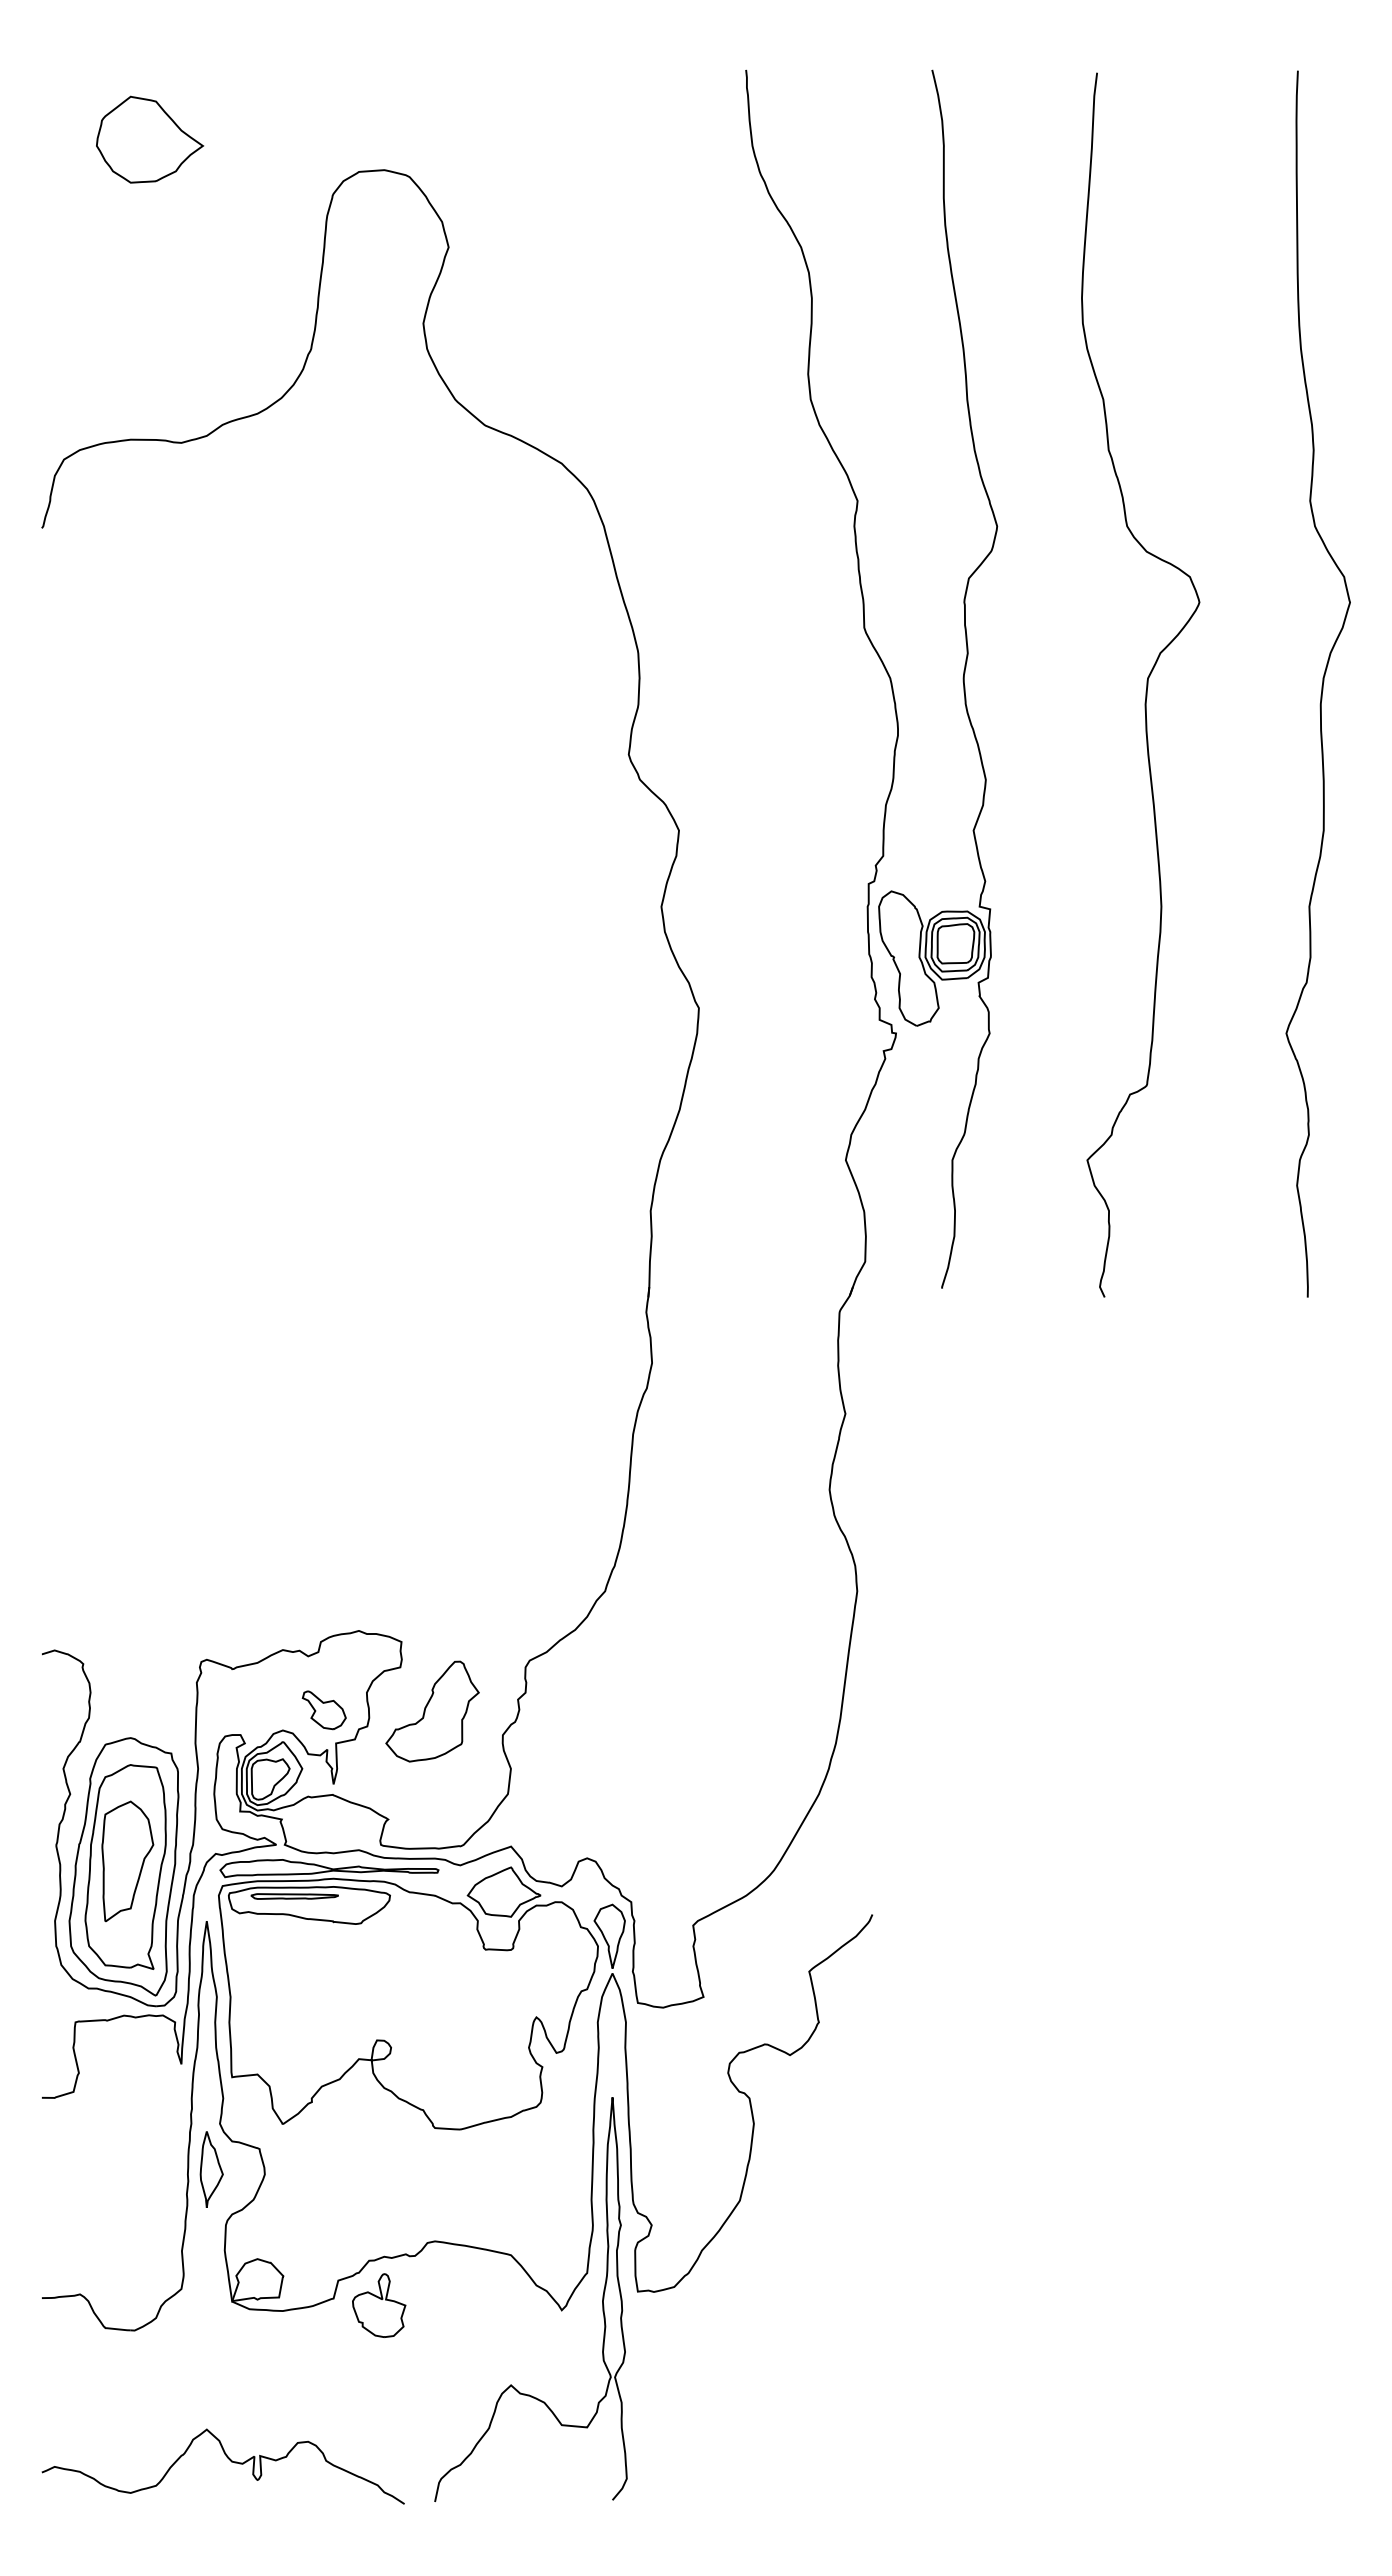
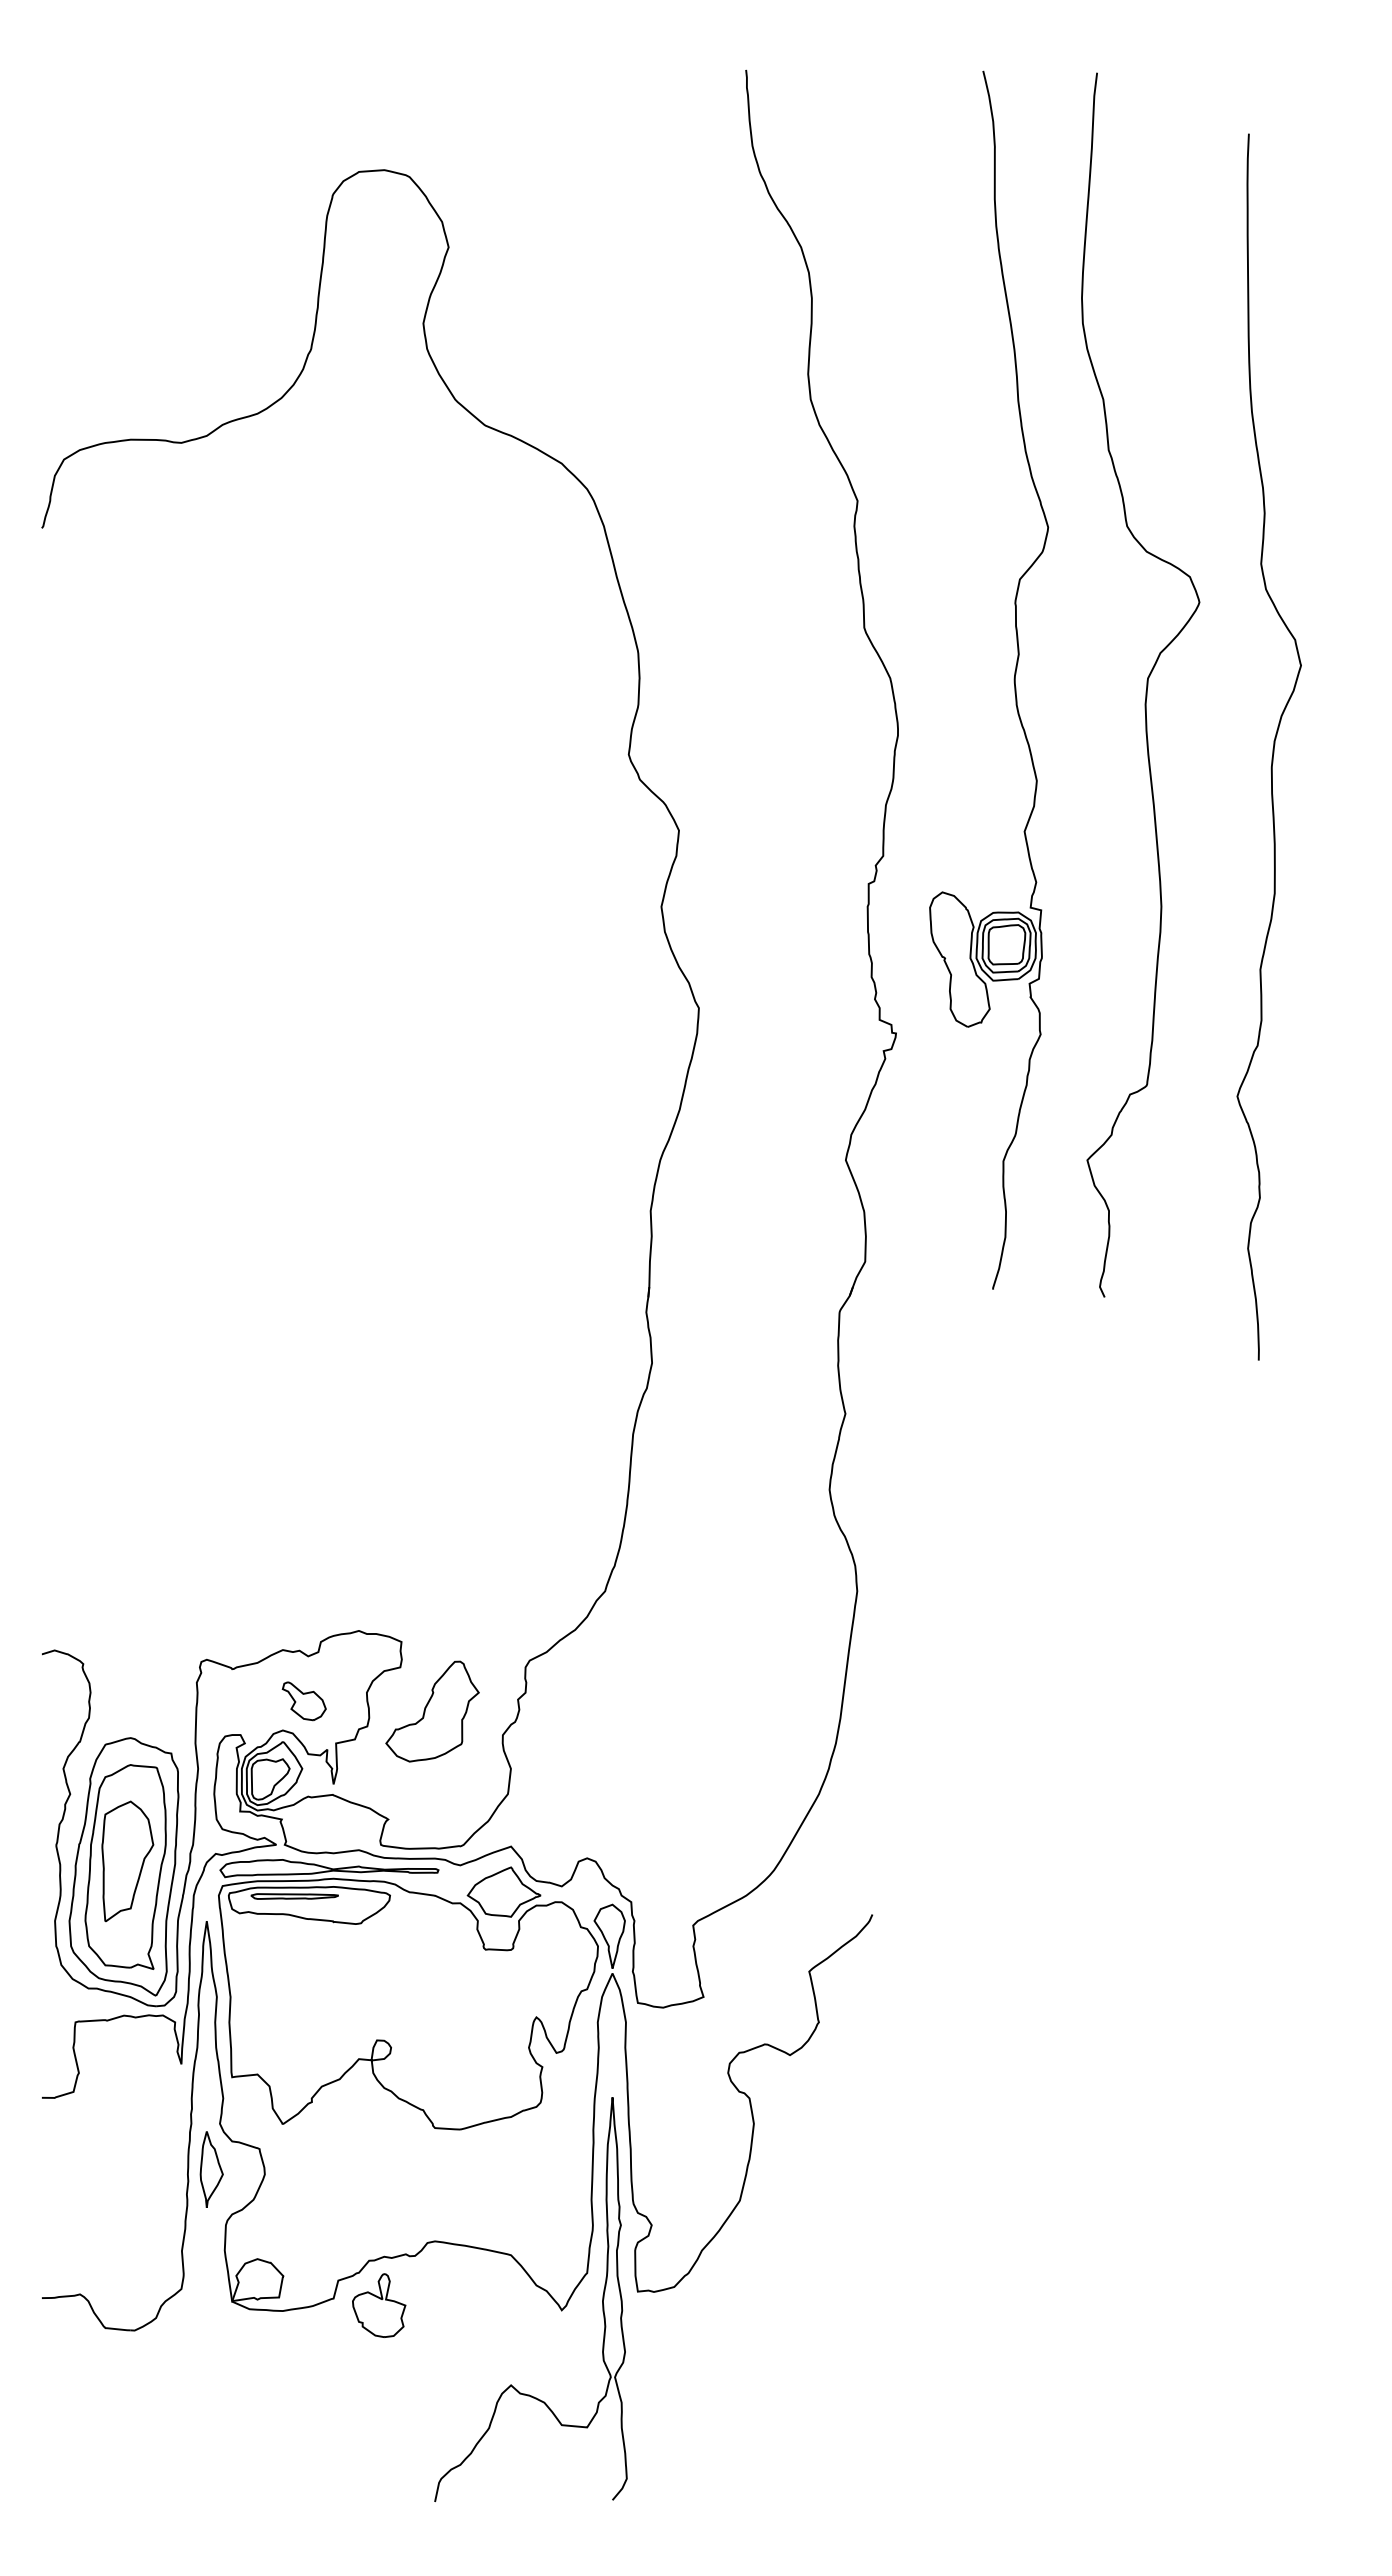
part at (150, 139): present -> none
part at (962, 678) position: (962, 678) -> (1013, 679)
curve at (1321, 685) position: (1321, 685) -> (1272, 748)
part at (323, 1710) position: (323, 1710) -> (303, 1701)
curve at (228, 2459): present -> none
